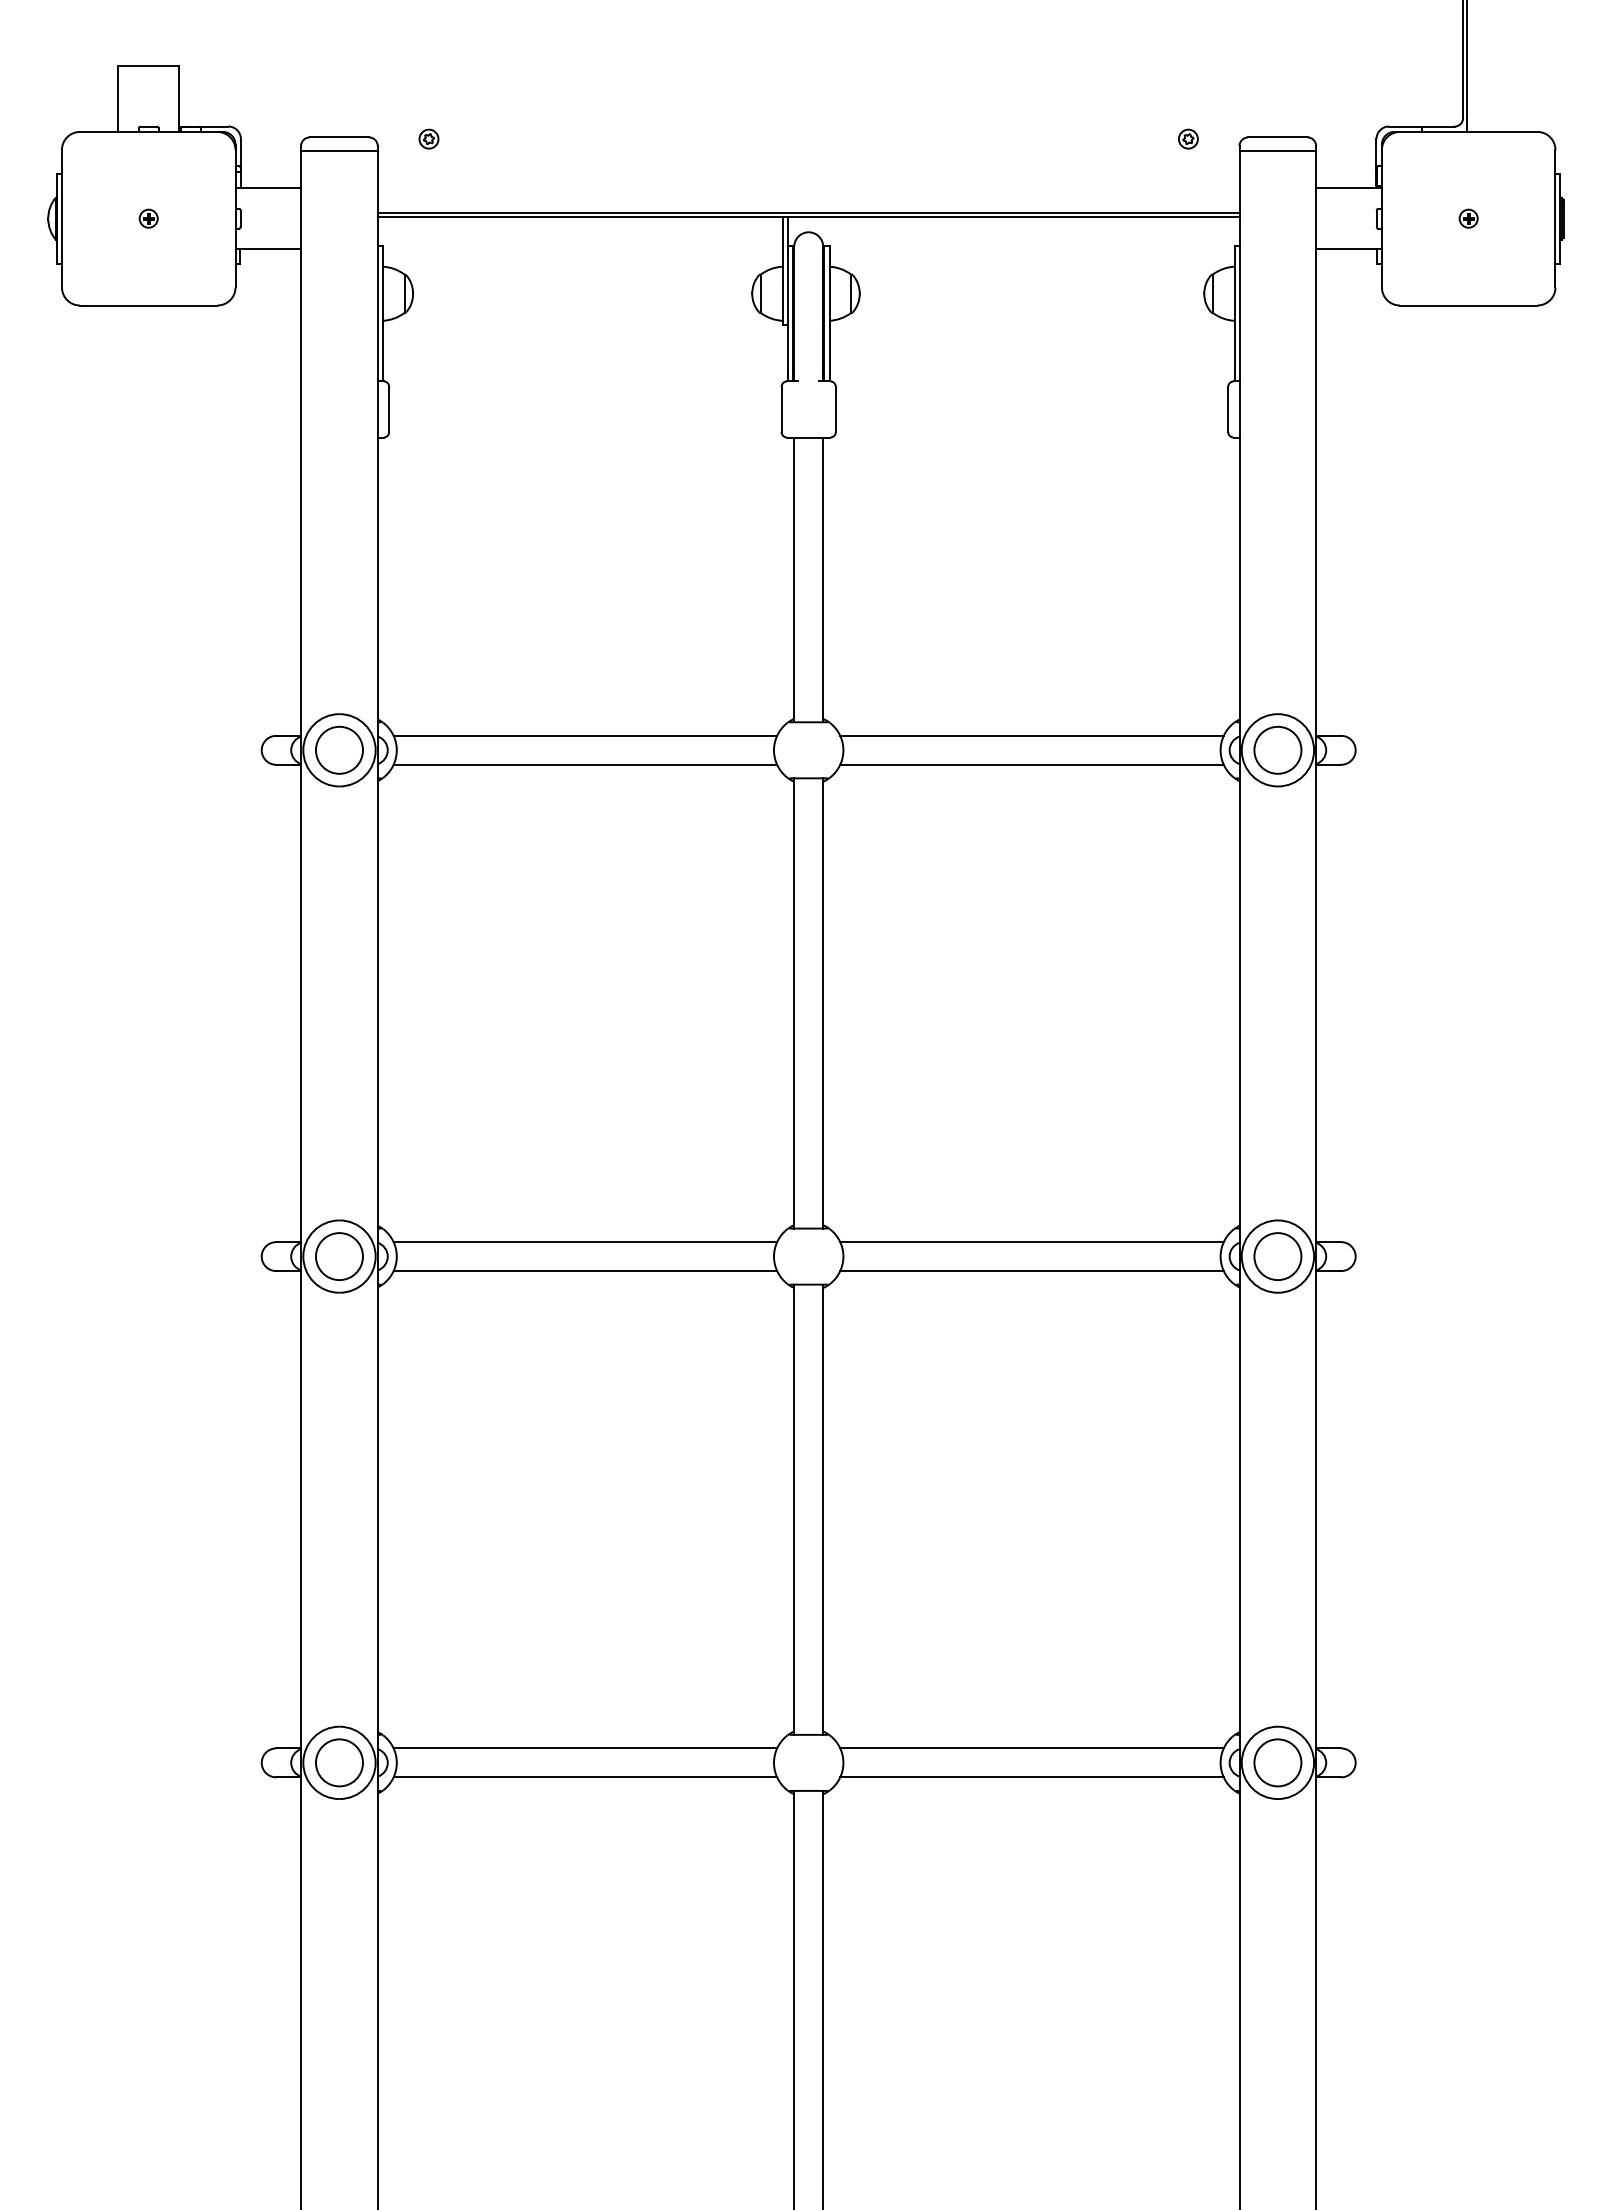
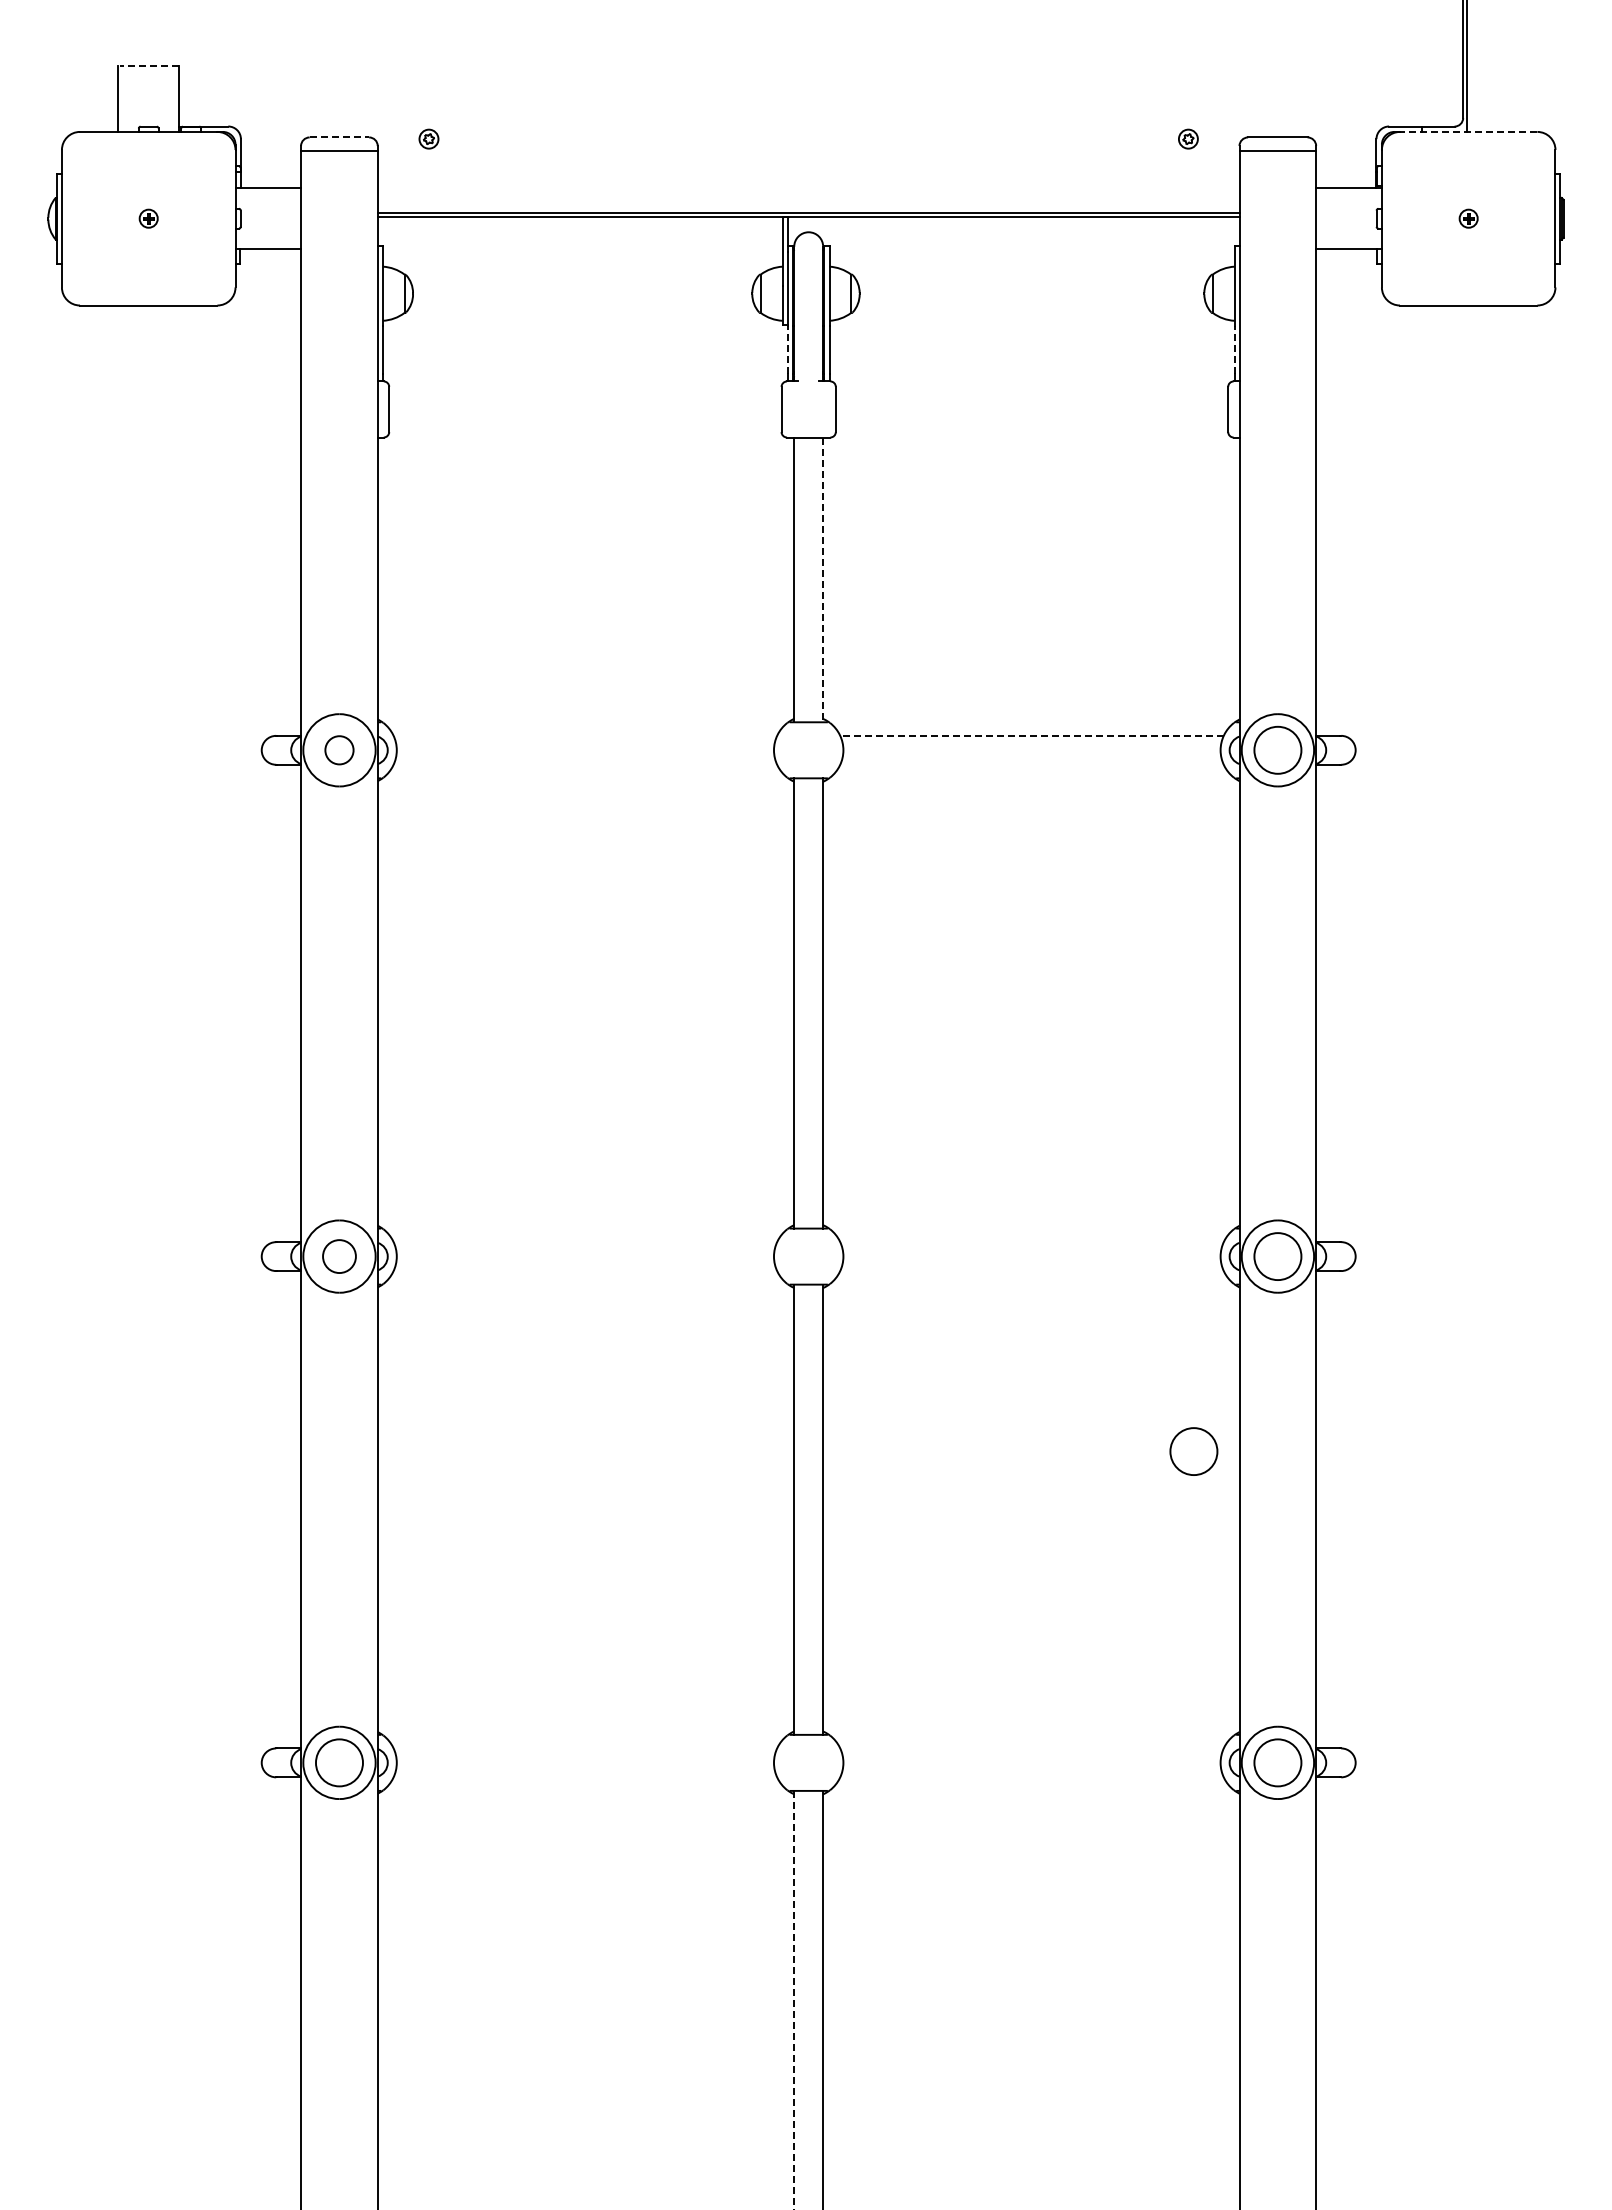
line at (149, 66): solid -> dashed
line at (1468, 131): solid -> dashed
line at (339, 137): solid -> dashed
line at (787, 350): solid -> dashed
line at (1234, 350): solid -> dashed
line at (823, 580): solid -> dashed
line at (585, 735): present -> none
line at (1032, 735): solid -> dashed
circle at (339, 749) diameter: 47 px -> 28 px
line at (585, 764): present -> none
line at (1031, 764): present -> none
line at (585, 1242): present -> none
line at (1031, 1242): present -> none
circle at (339, 1256) size: 49x49 px -> 35x35 px
line at (585, 1271): present -> none
line at (1031, 1271): present -> none
circle at (1193, 1451): none -> present
line at (585, 1748): present -> none
line at (1031, 1748): present -> none
line at (585, 1777): present -> none
line at (1031, 1777): present -> none
line at (794, 2000): solid -> dashed
